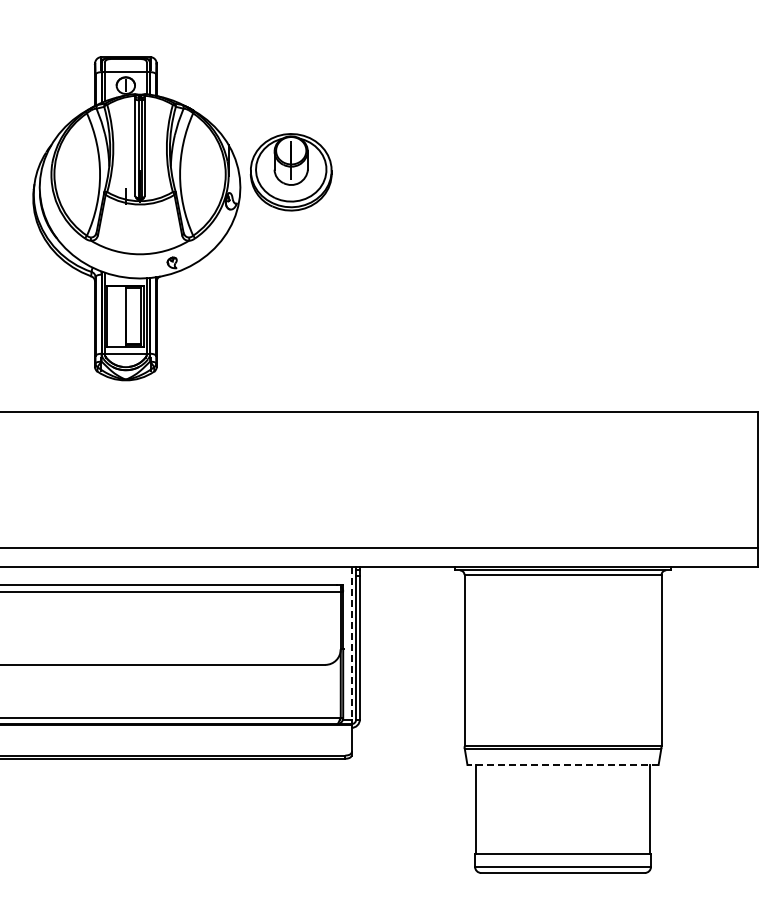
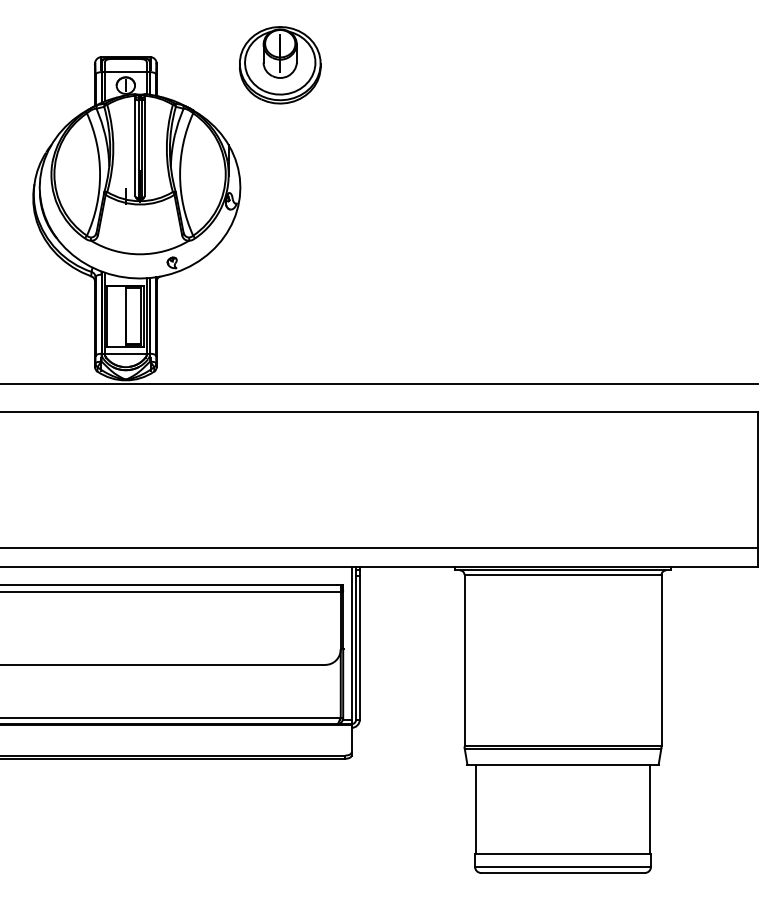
part at (290, 172) position: (290, 172) -> (279, 65)
line at (379, 383): none -> present
line at (351, 644): dashed -> solid
line at (563, 764): dashed -> solid
